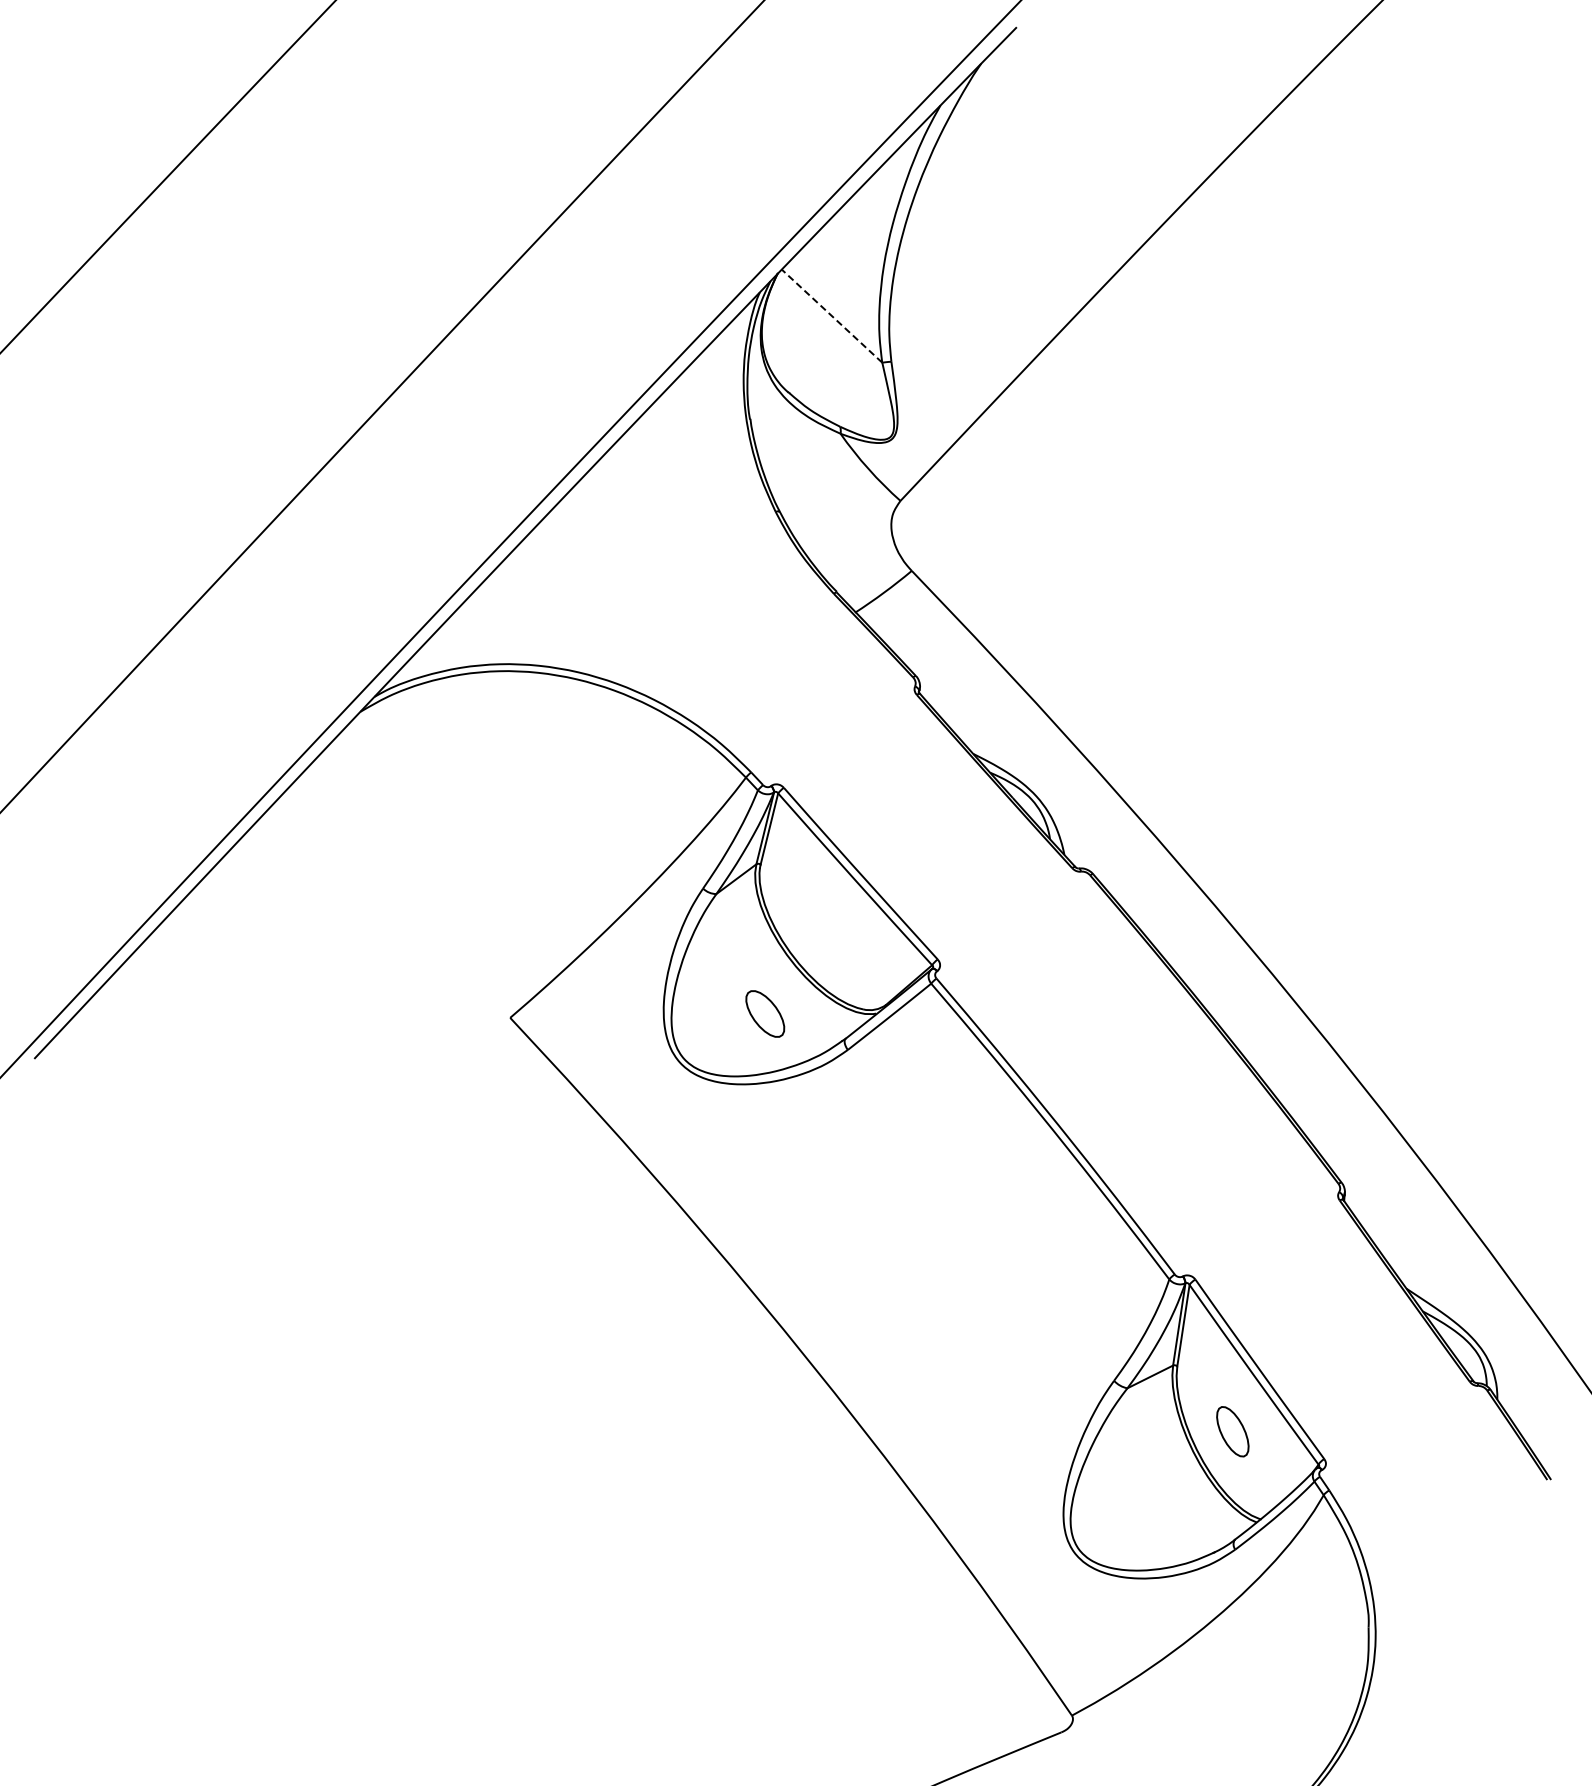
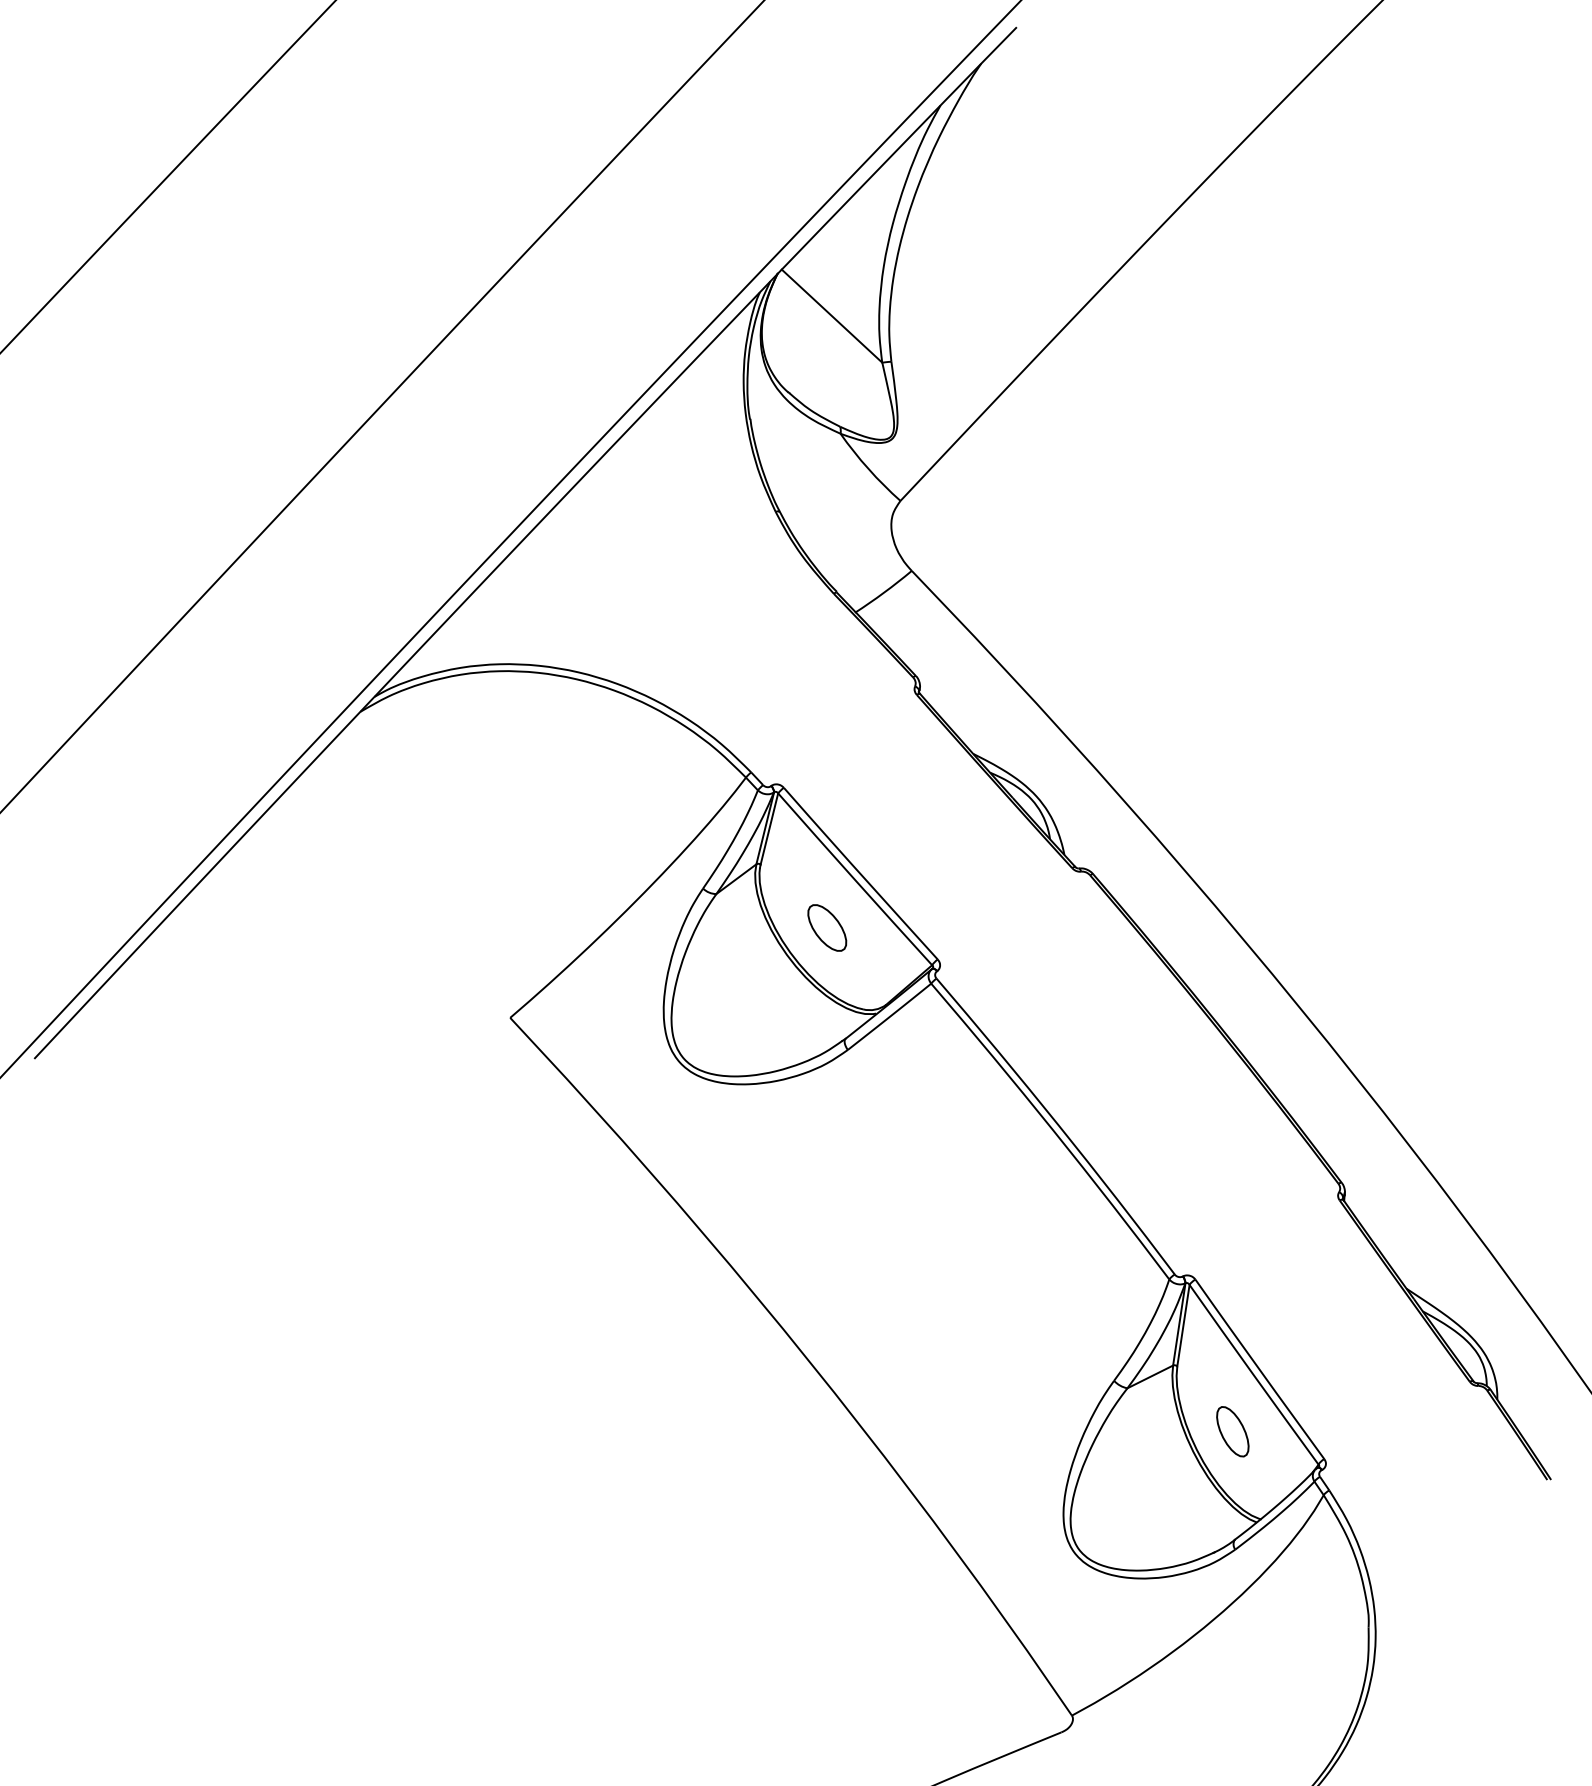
line at (831, 315): dashed -> solid
part at (765, 1013) position: (765, 1013) -> (827, 927)
